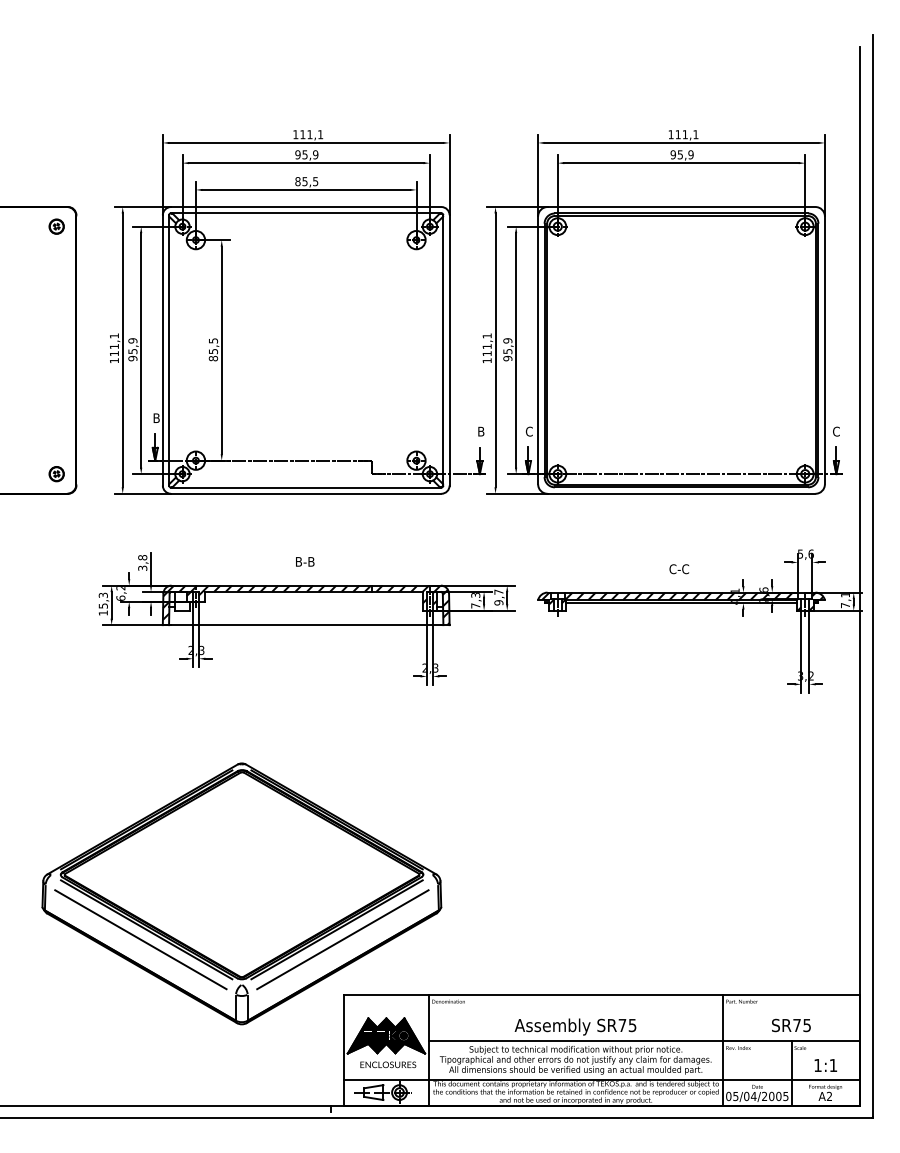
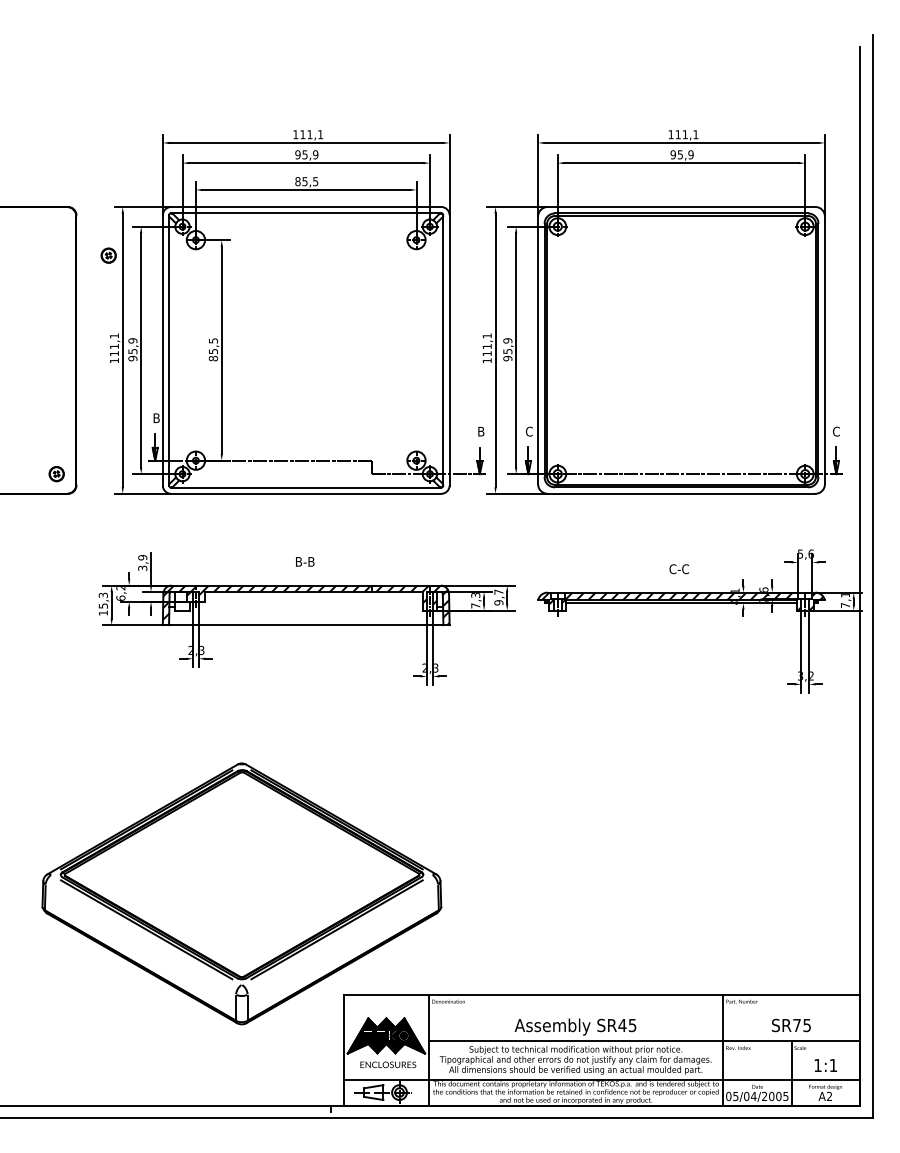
part at (56, 226) position: (56, 226) -> (108, 255)
text at (142, 557): 3,8 -> 3,9
line at (140, 939): present -> none
line at (342, 939): present -> none
text at (622, 1025): SR75 -> SR45
